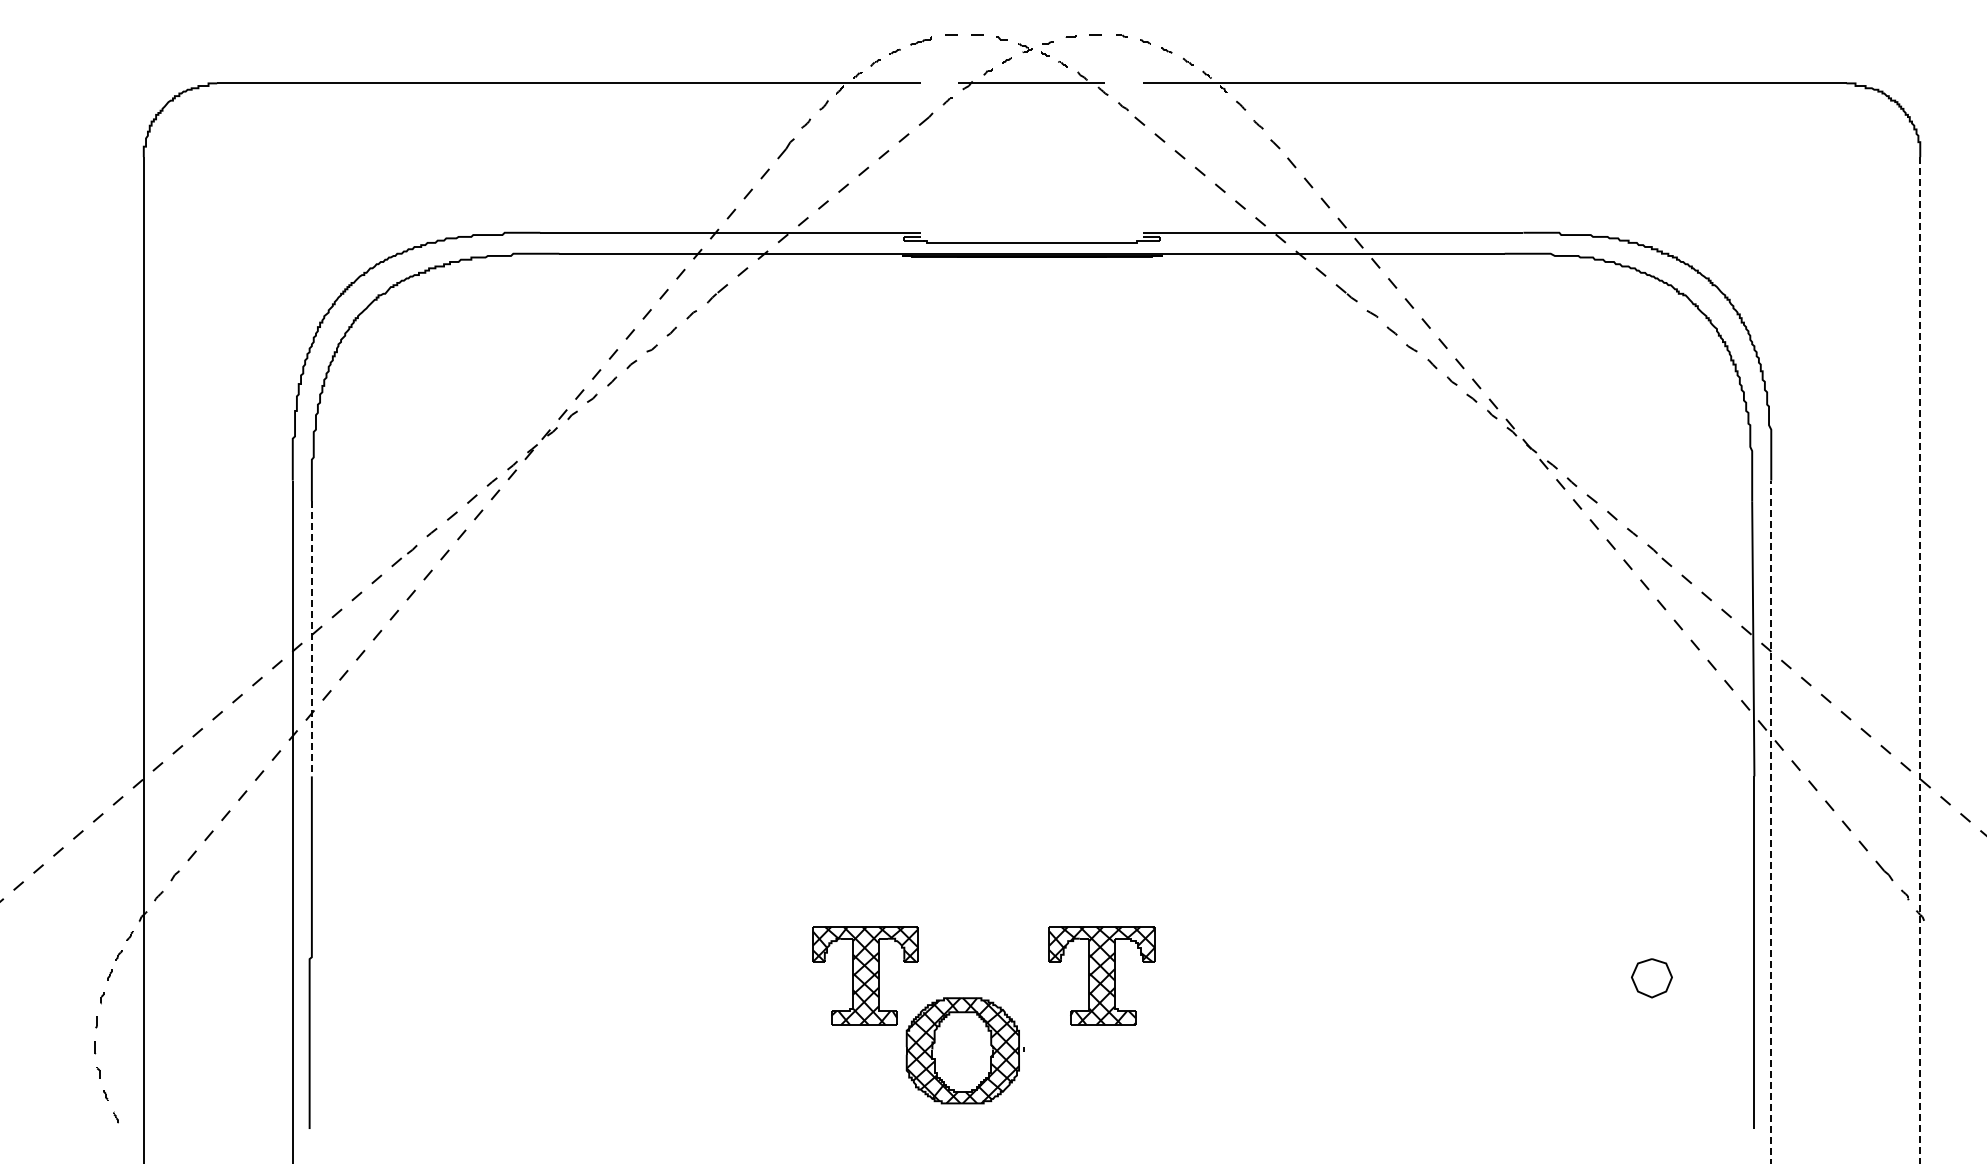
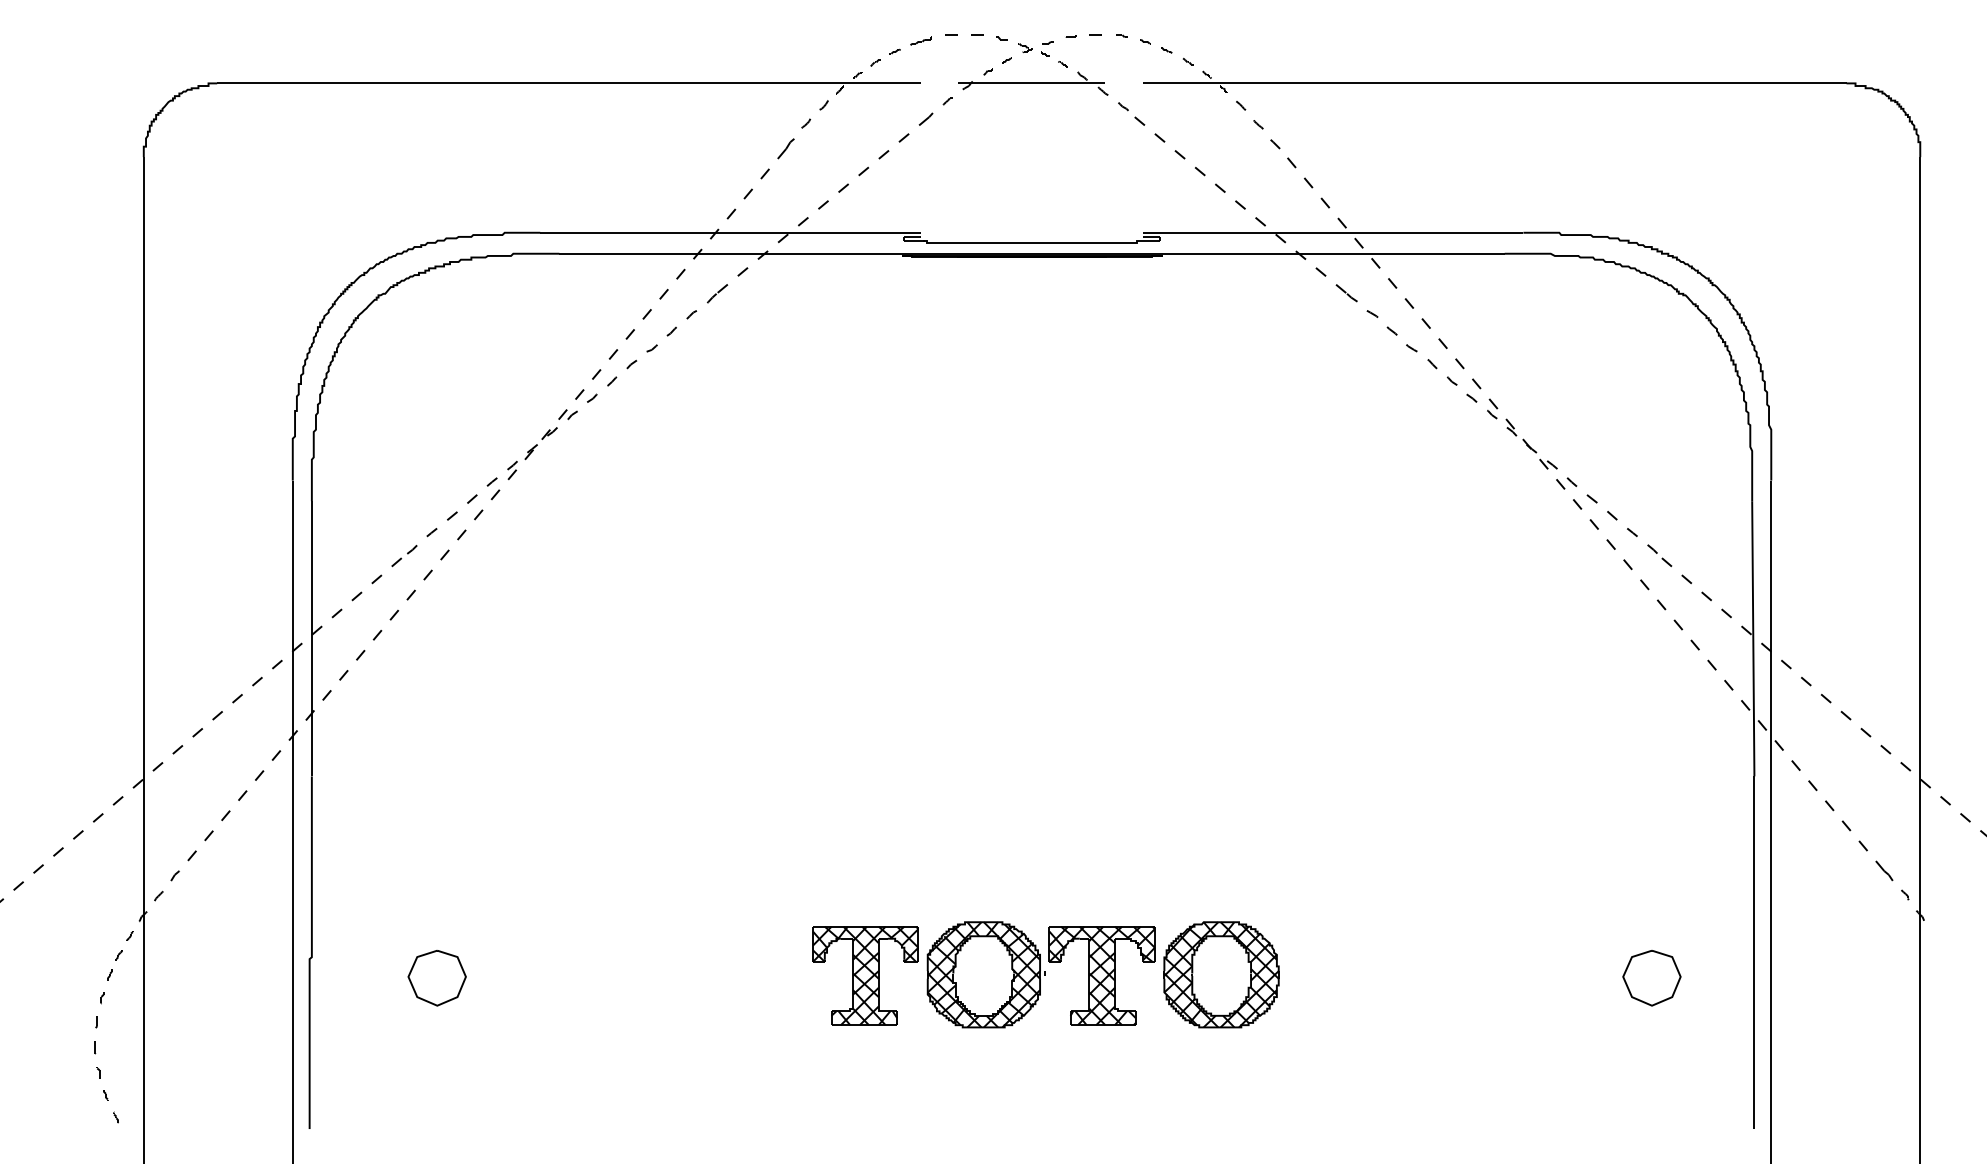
line at (311, 638): dashed -> solid
line at (1920, 660): dashed -> solid
line at (1771, 821): dashed -> solid
part at (1221, 974): none -> present
part at (436, 978): none -> present
part at (1651, 978) size: 42x41 px -> 60x57 px
part at (964, 1050) position: (964, 1050) -> (985, 974)
